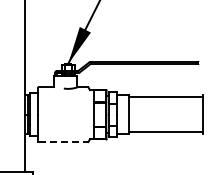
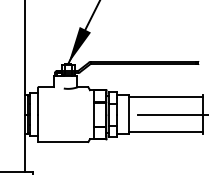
line at (171, 114): none -> present
line at (63, 142): dashed -> solid
